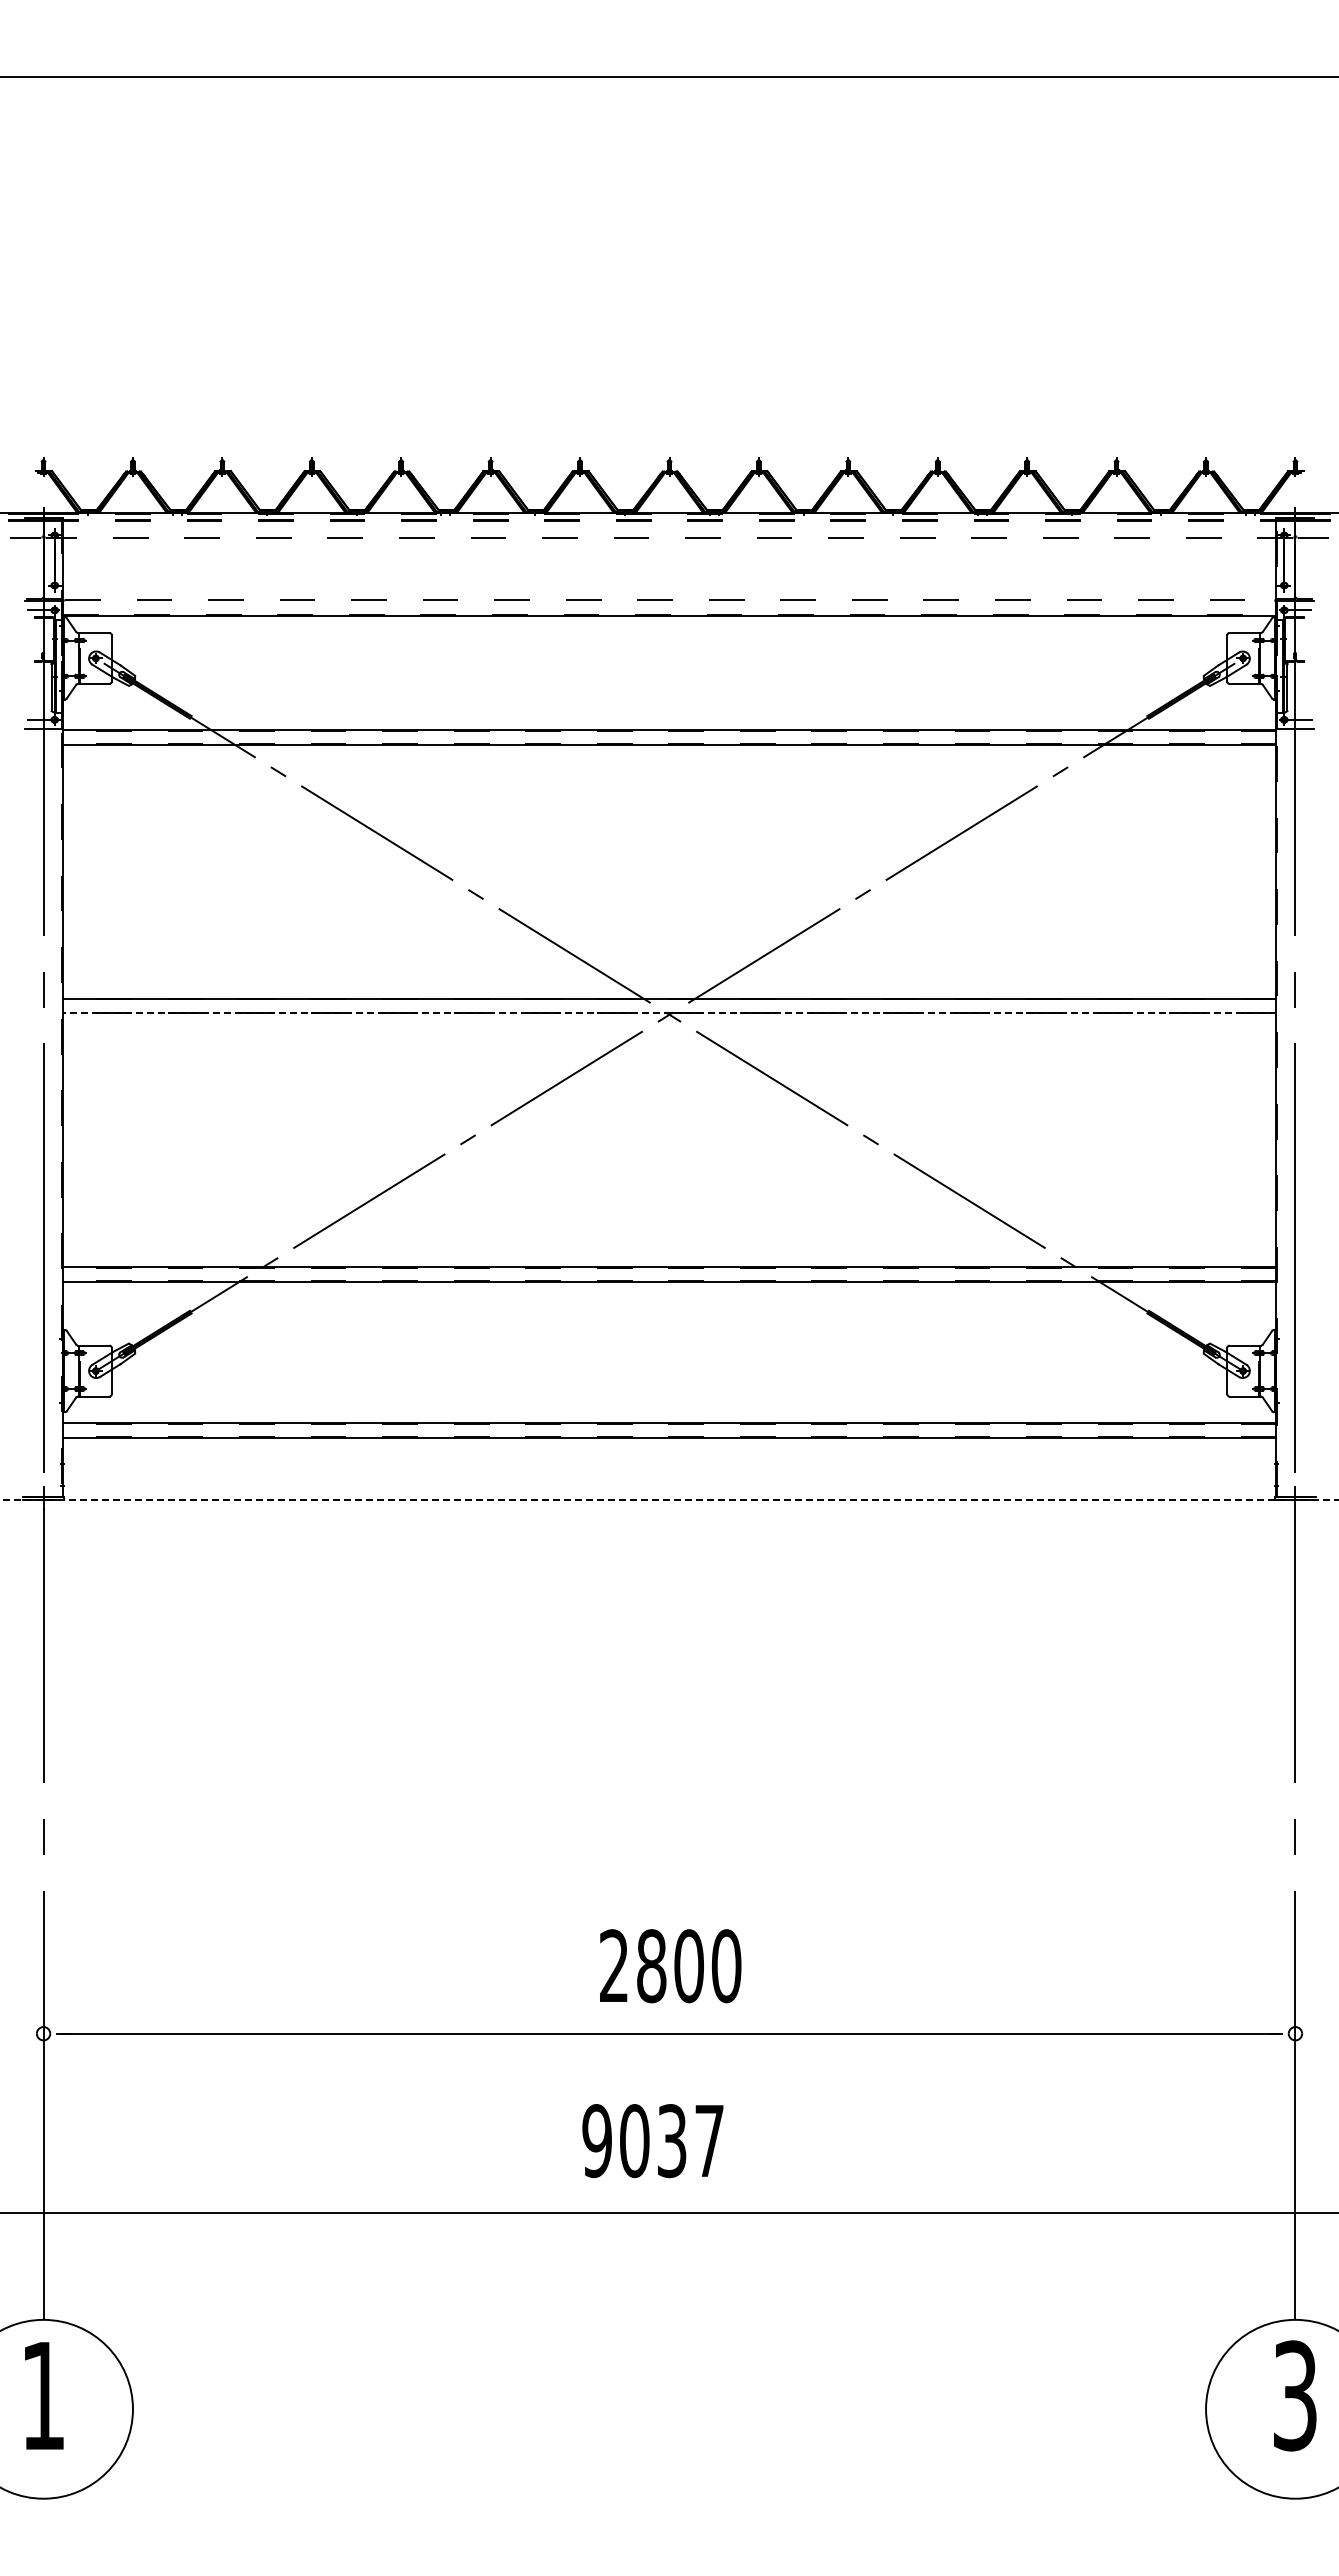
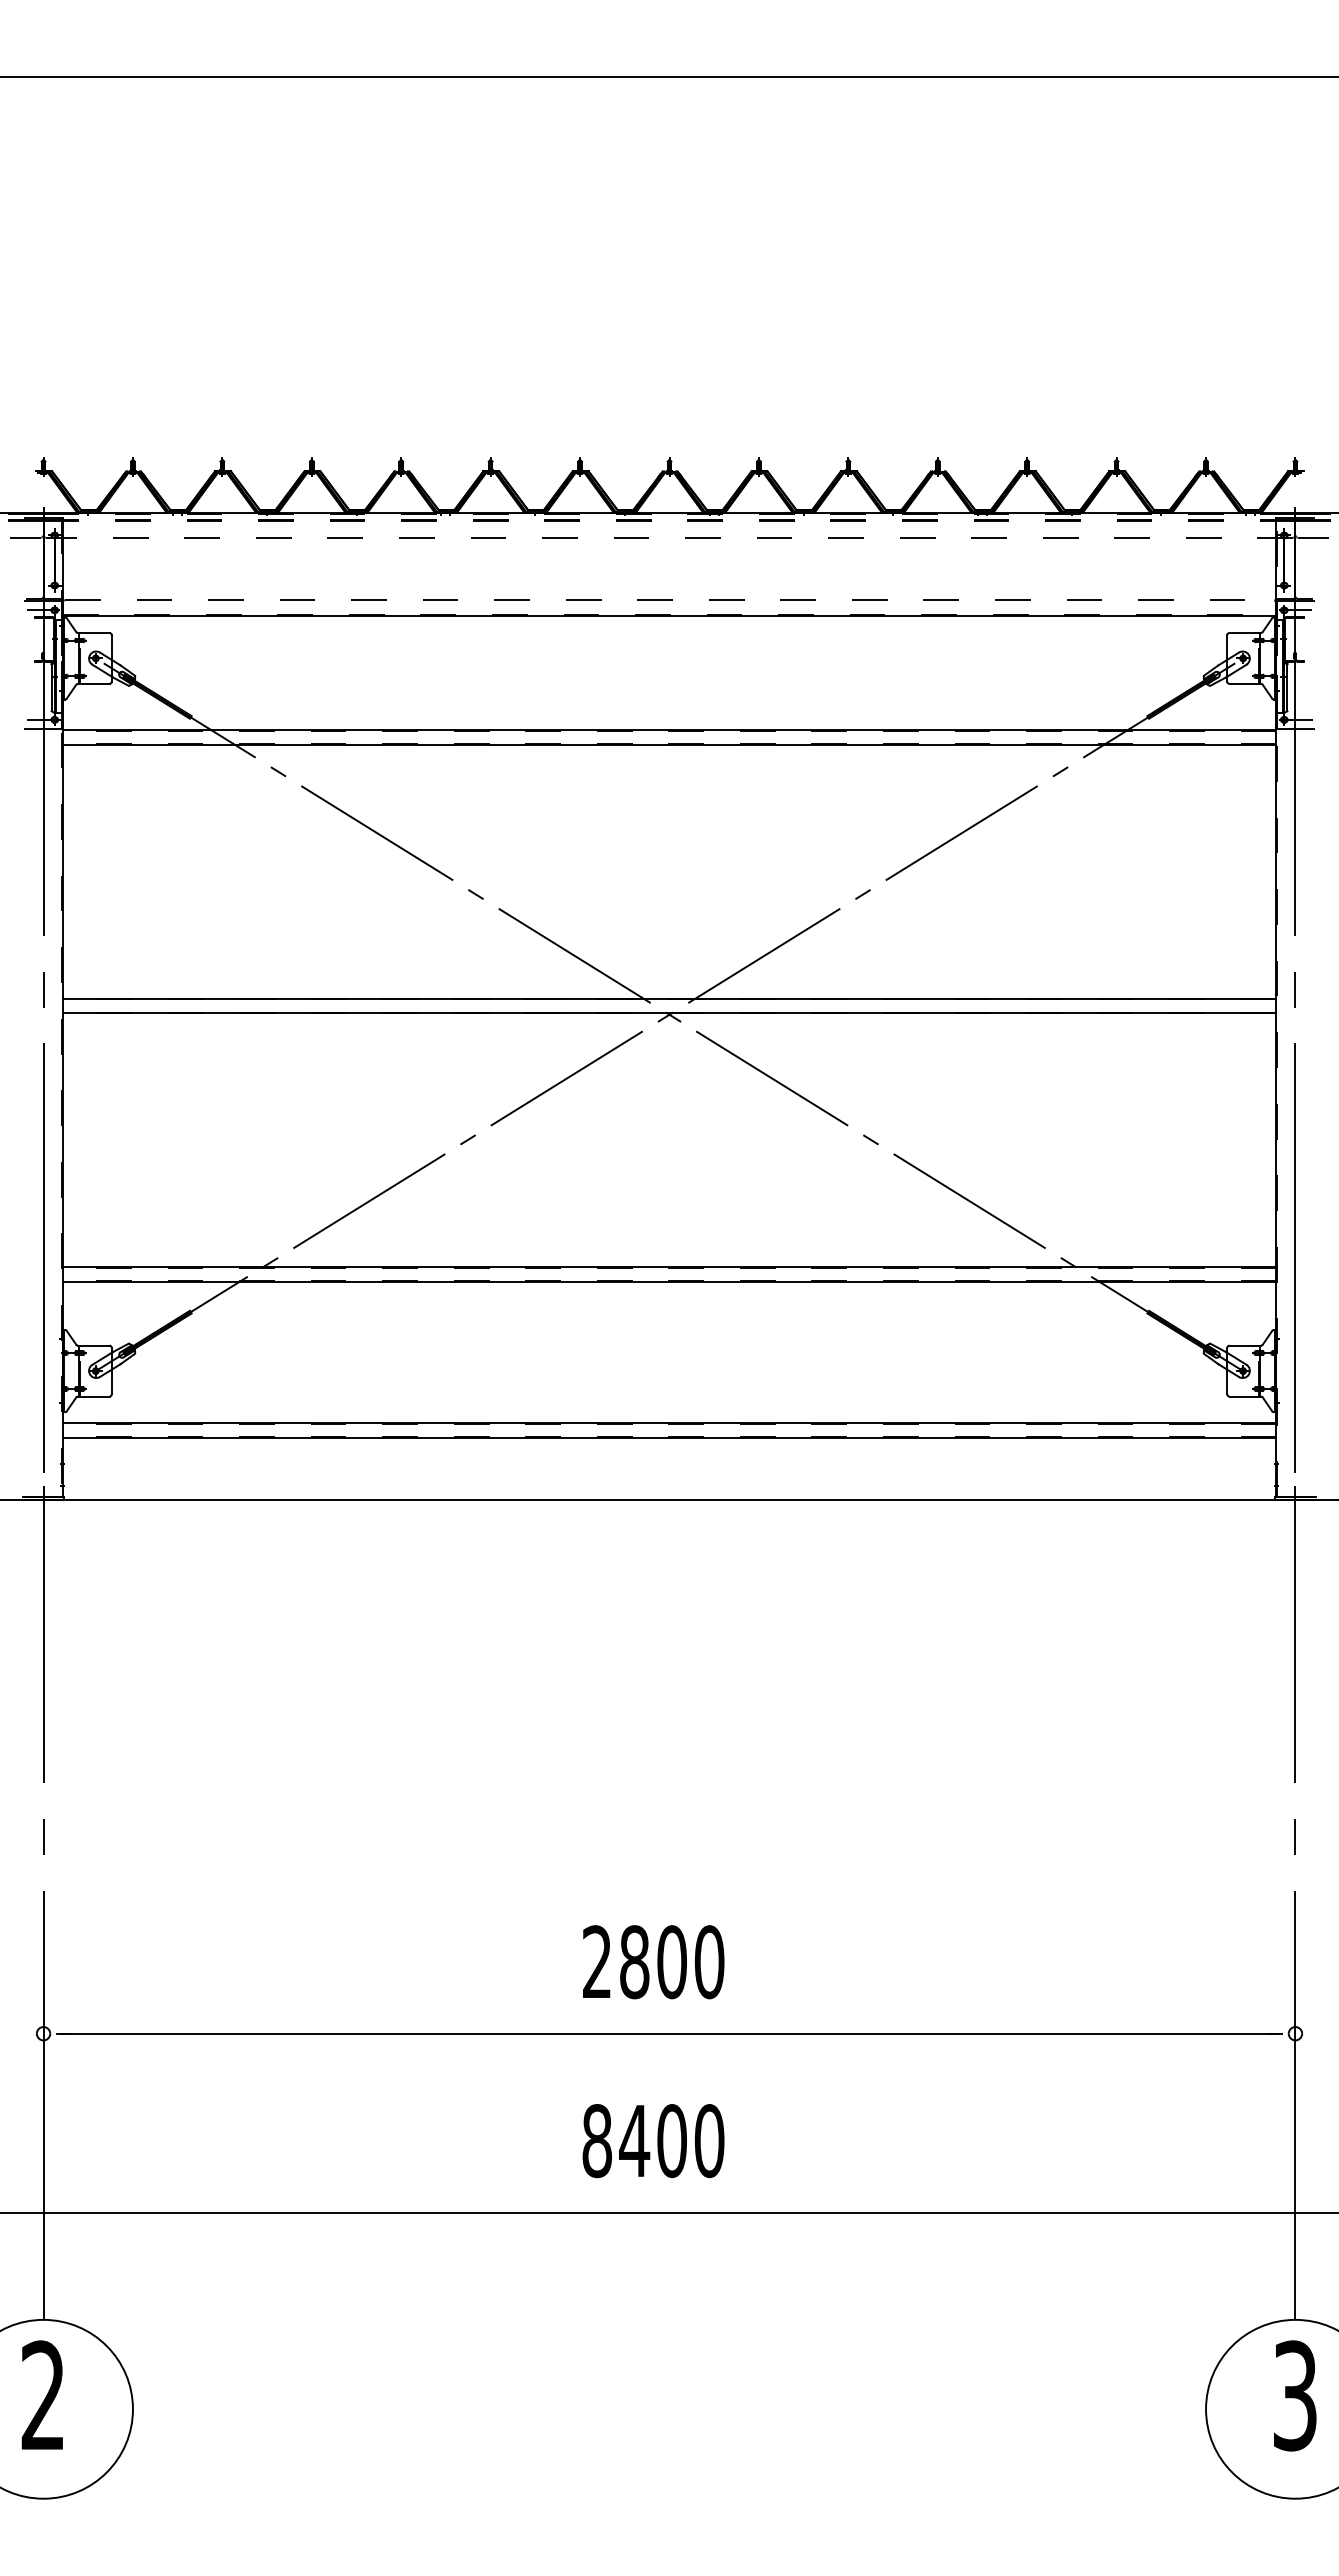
line at (669, 1013): dashed -> solid
line at (669, 1499): dashed -> solid
text at (670, 1966) position: (670, 1966) -> (653, 1962)
text at (653, 2141): 9037 -> 8400
text at (42, 2394): 1 -> 2
